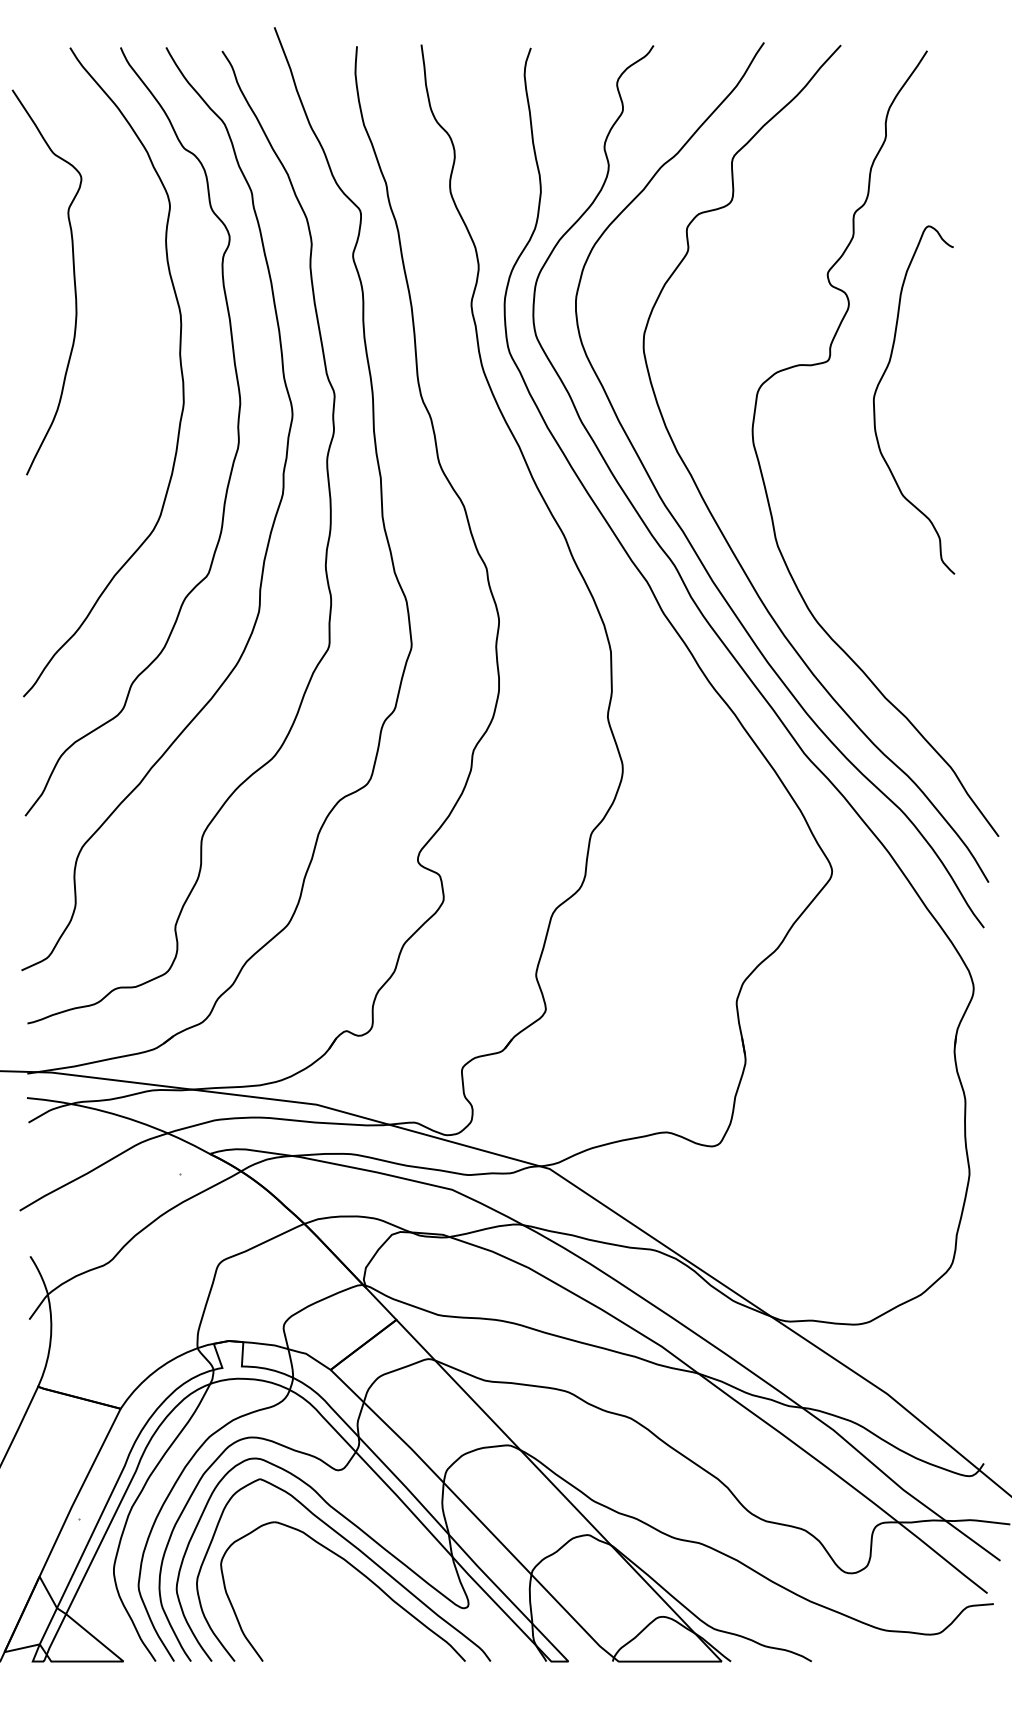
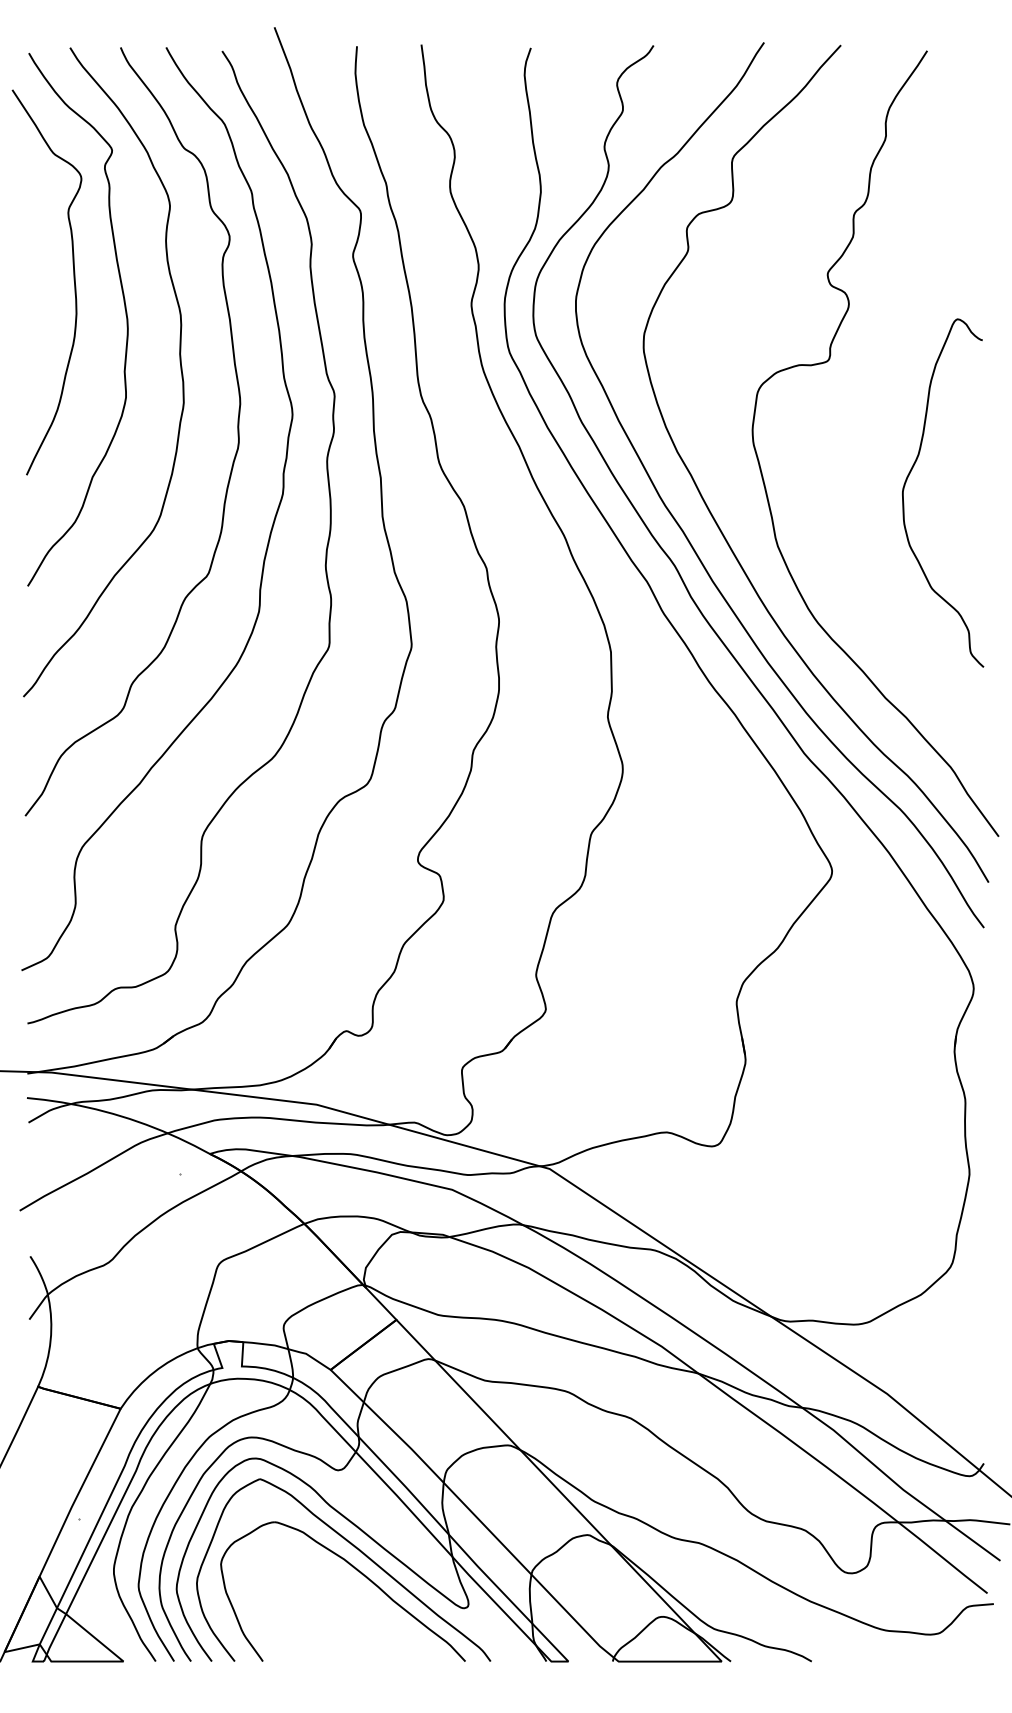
curve at (125, 315): none -> present
curve at (878, 387) position: (878, 387) -> (907, 480)
